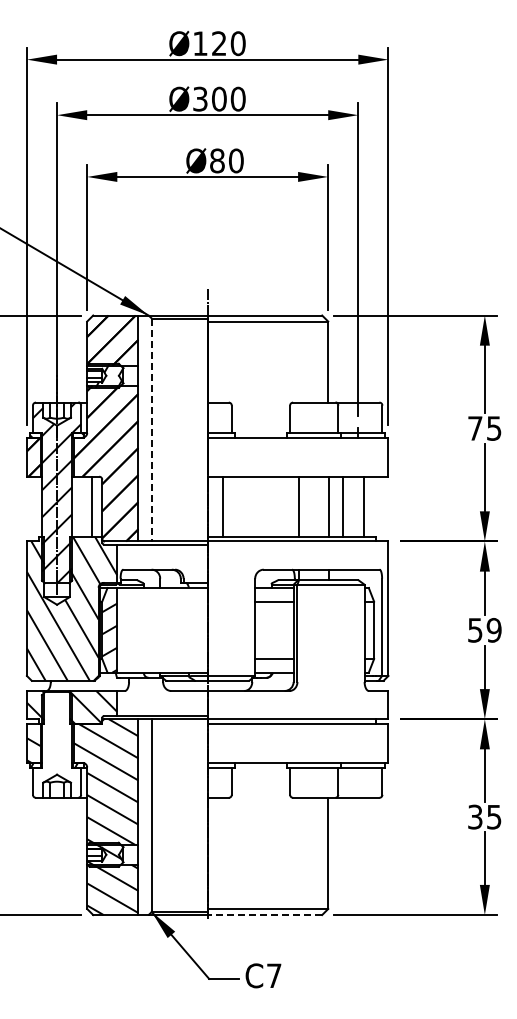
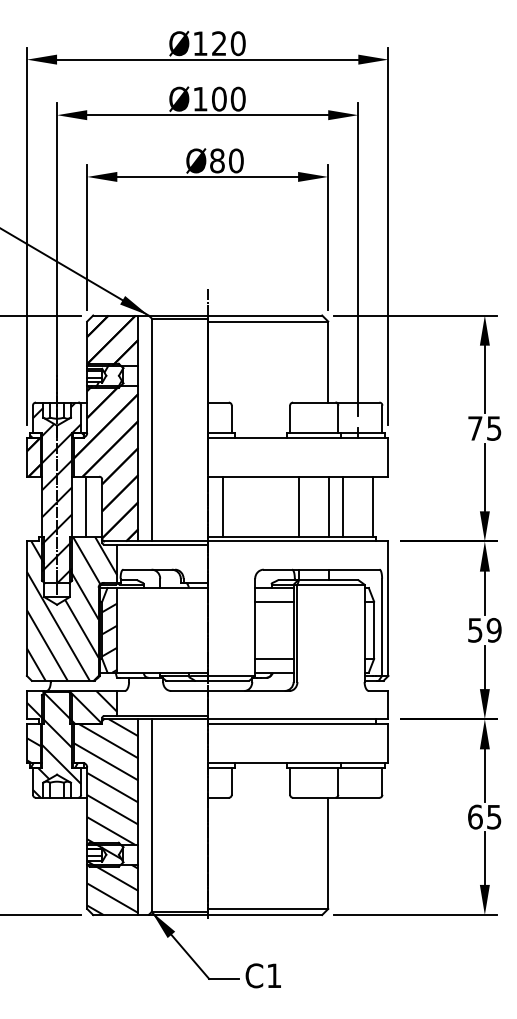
text at (200, 98): Ø300 -> Ø100
line at (151, 430): dashed -> solid
line at (92, 506) position: (92, 506) -> (86, 506)
line at (364, 506) position: (364, 506) -> (373, 506)
hatch at (56, 744): none -> present
text at (475, 816): 35 -> 65
line at (264, 915): dashed -> solid
text at (274, 975): C7 -> C1
